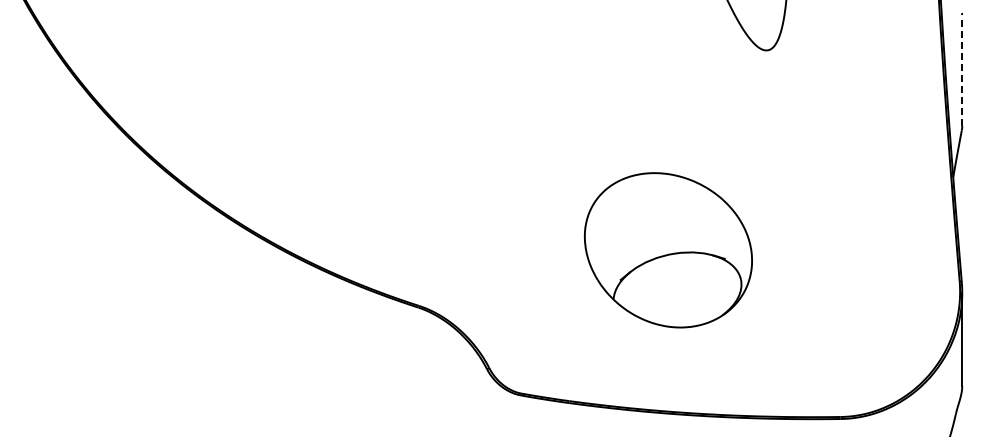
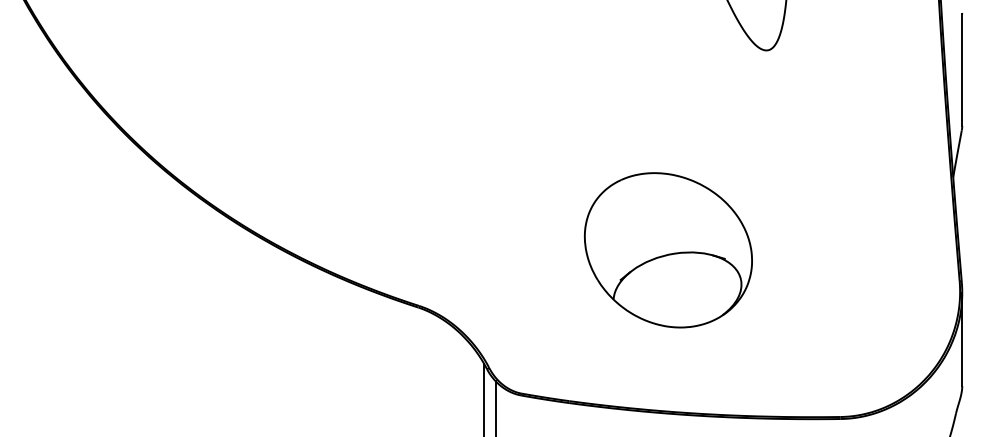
line at (962, 70): dashed -> solid
line at (484, 398): none -> present
line at (495, 407): none -> present
